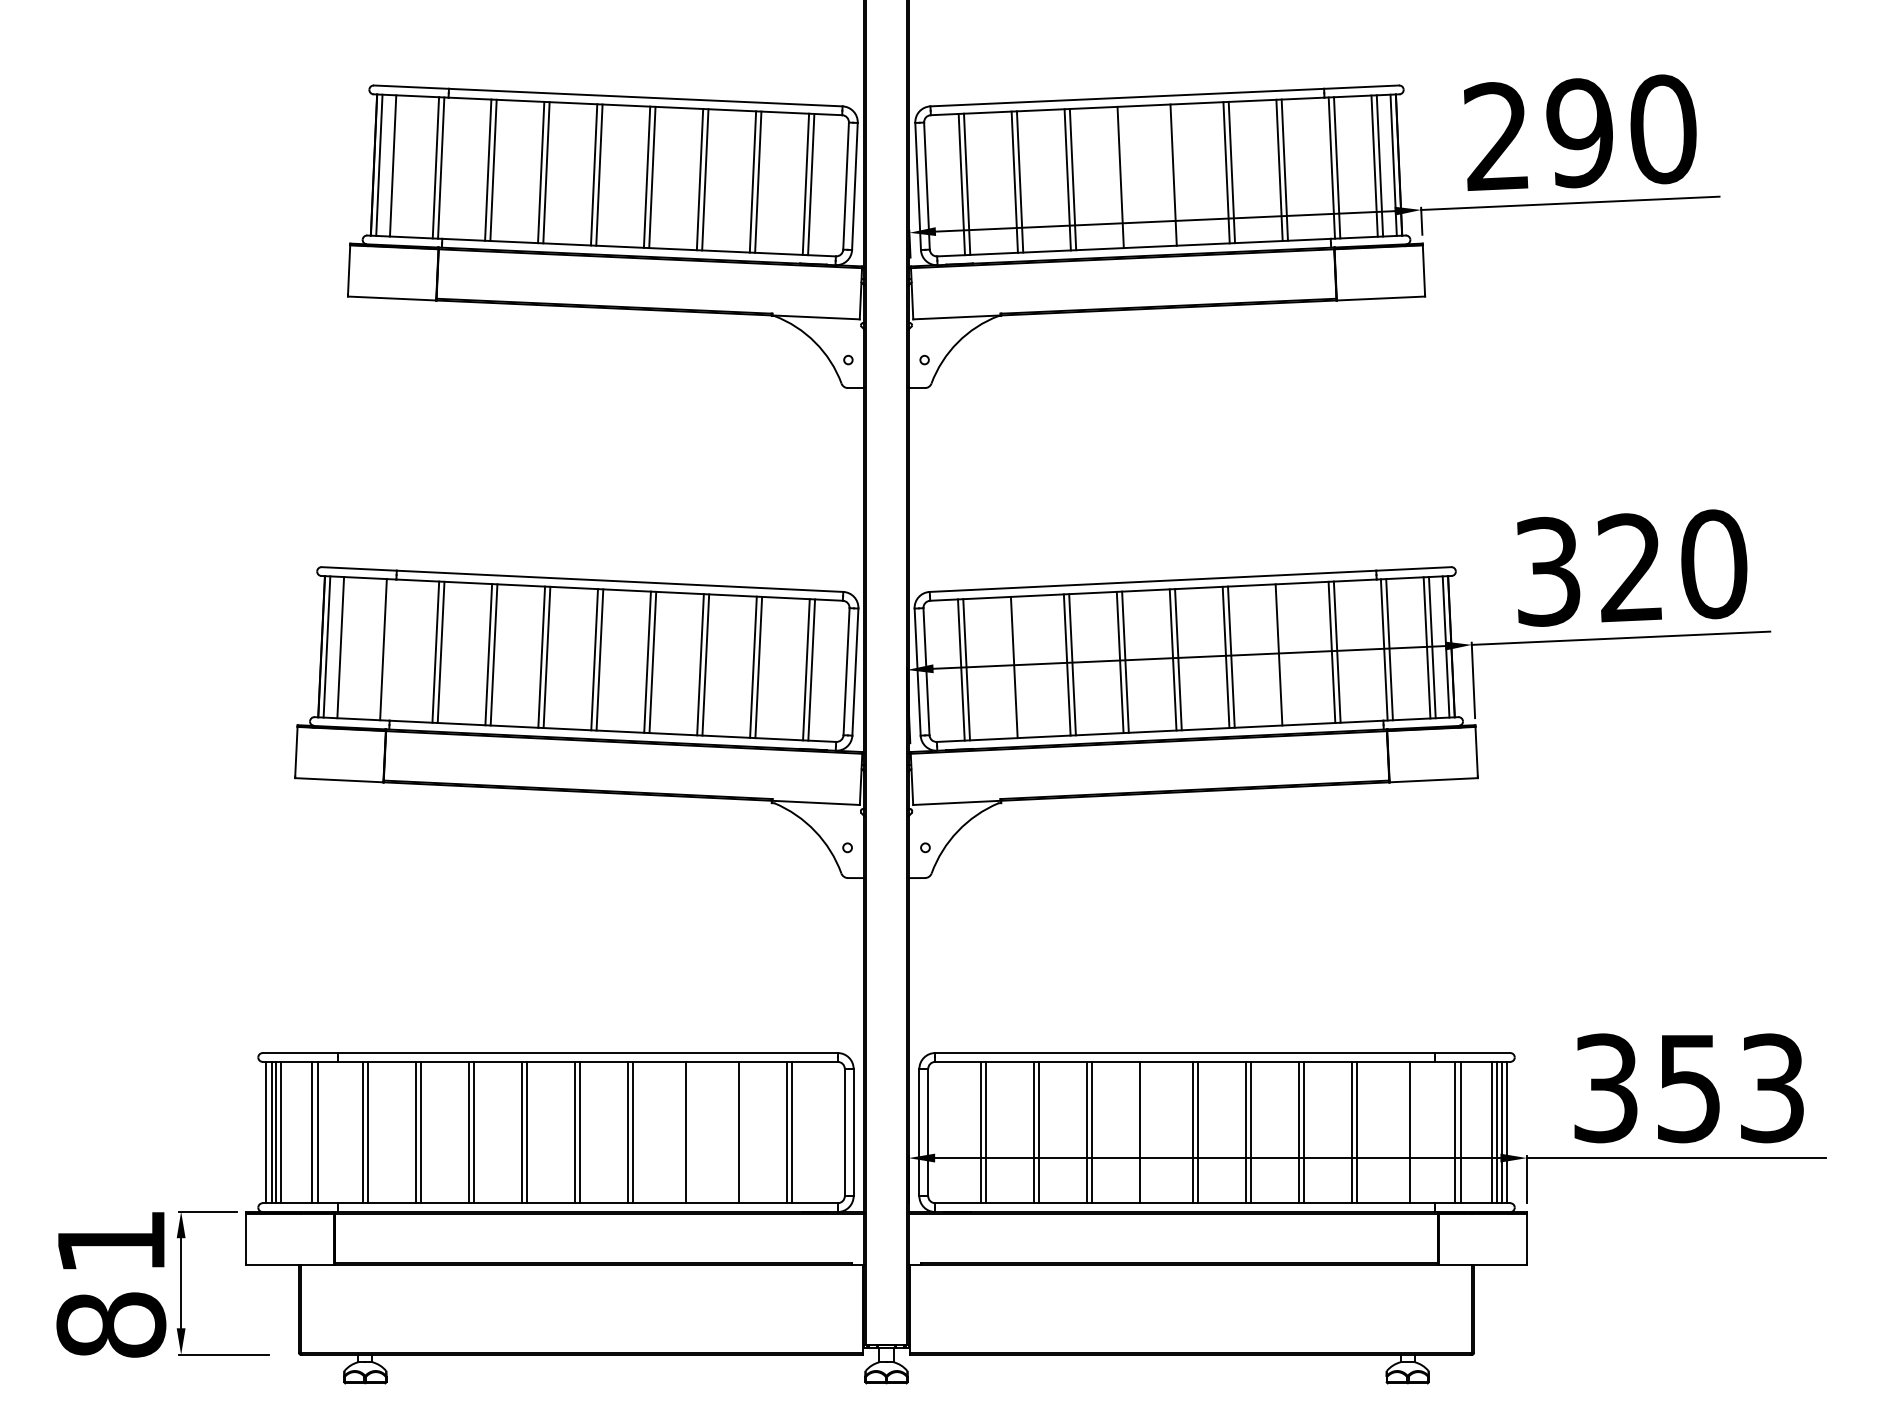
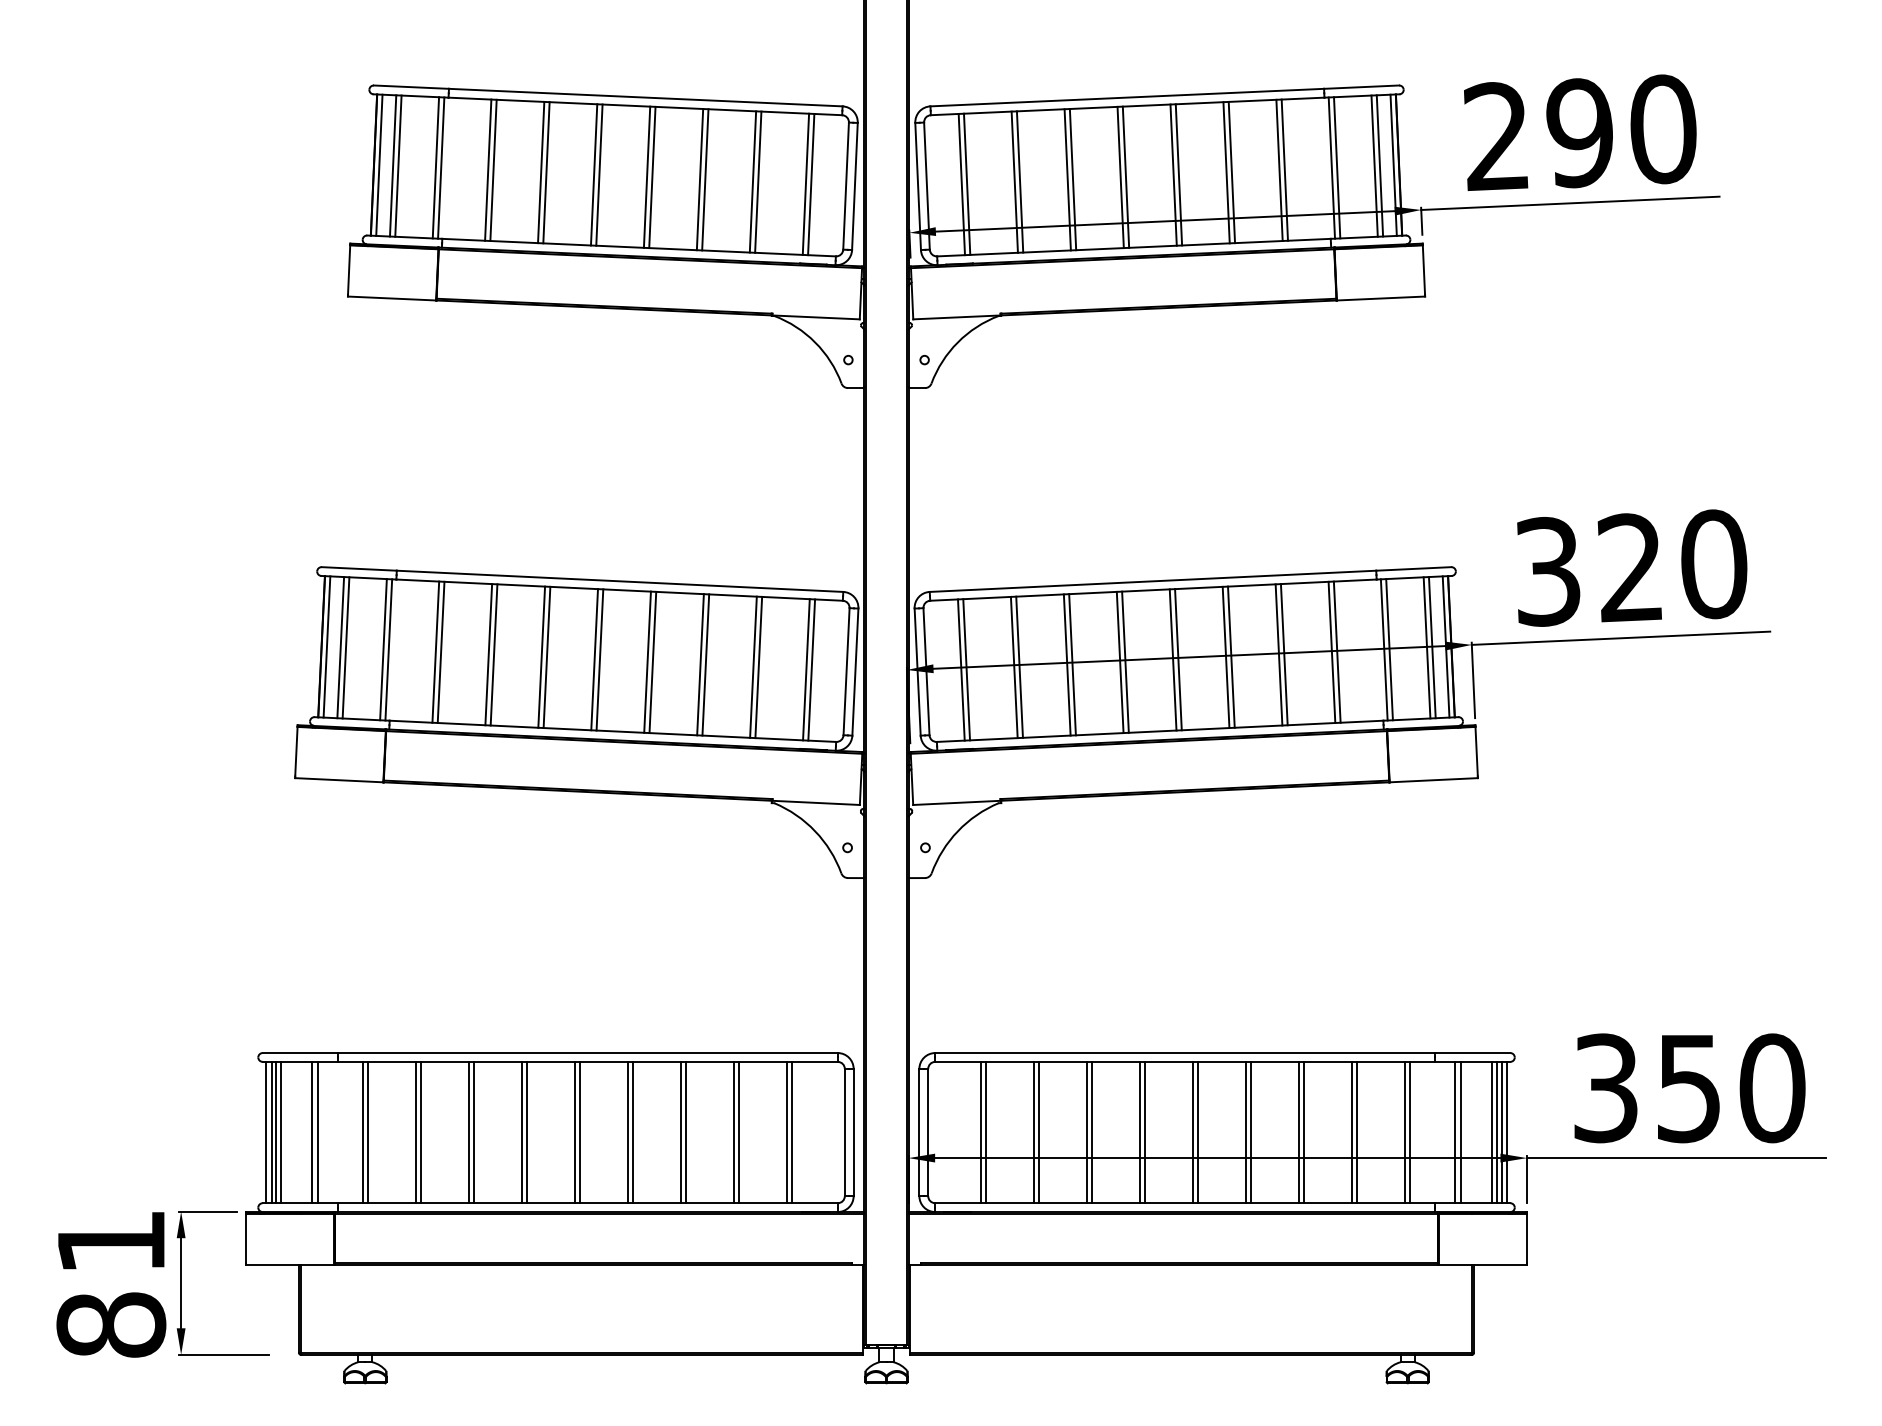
line at (398, 165): none -> present
line at (1178, 174): none -> present
line at (1125, 176): none -> present
line at (345, 647): none -> present
line at (388, 649): none -> present
line at (1283, 654): none -> present
line at (1019, 666): none -> present
text at (1772, 1088): 353 -> 350
line at (680, 1132): none -> present
line at (733, 1132): none -> present
line at (1145, 1132): none -> present
line at (1404, 1132): none -> present
